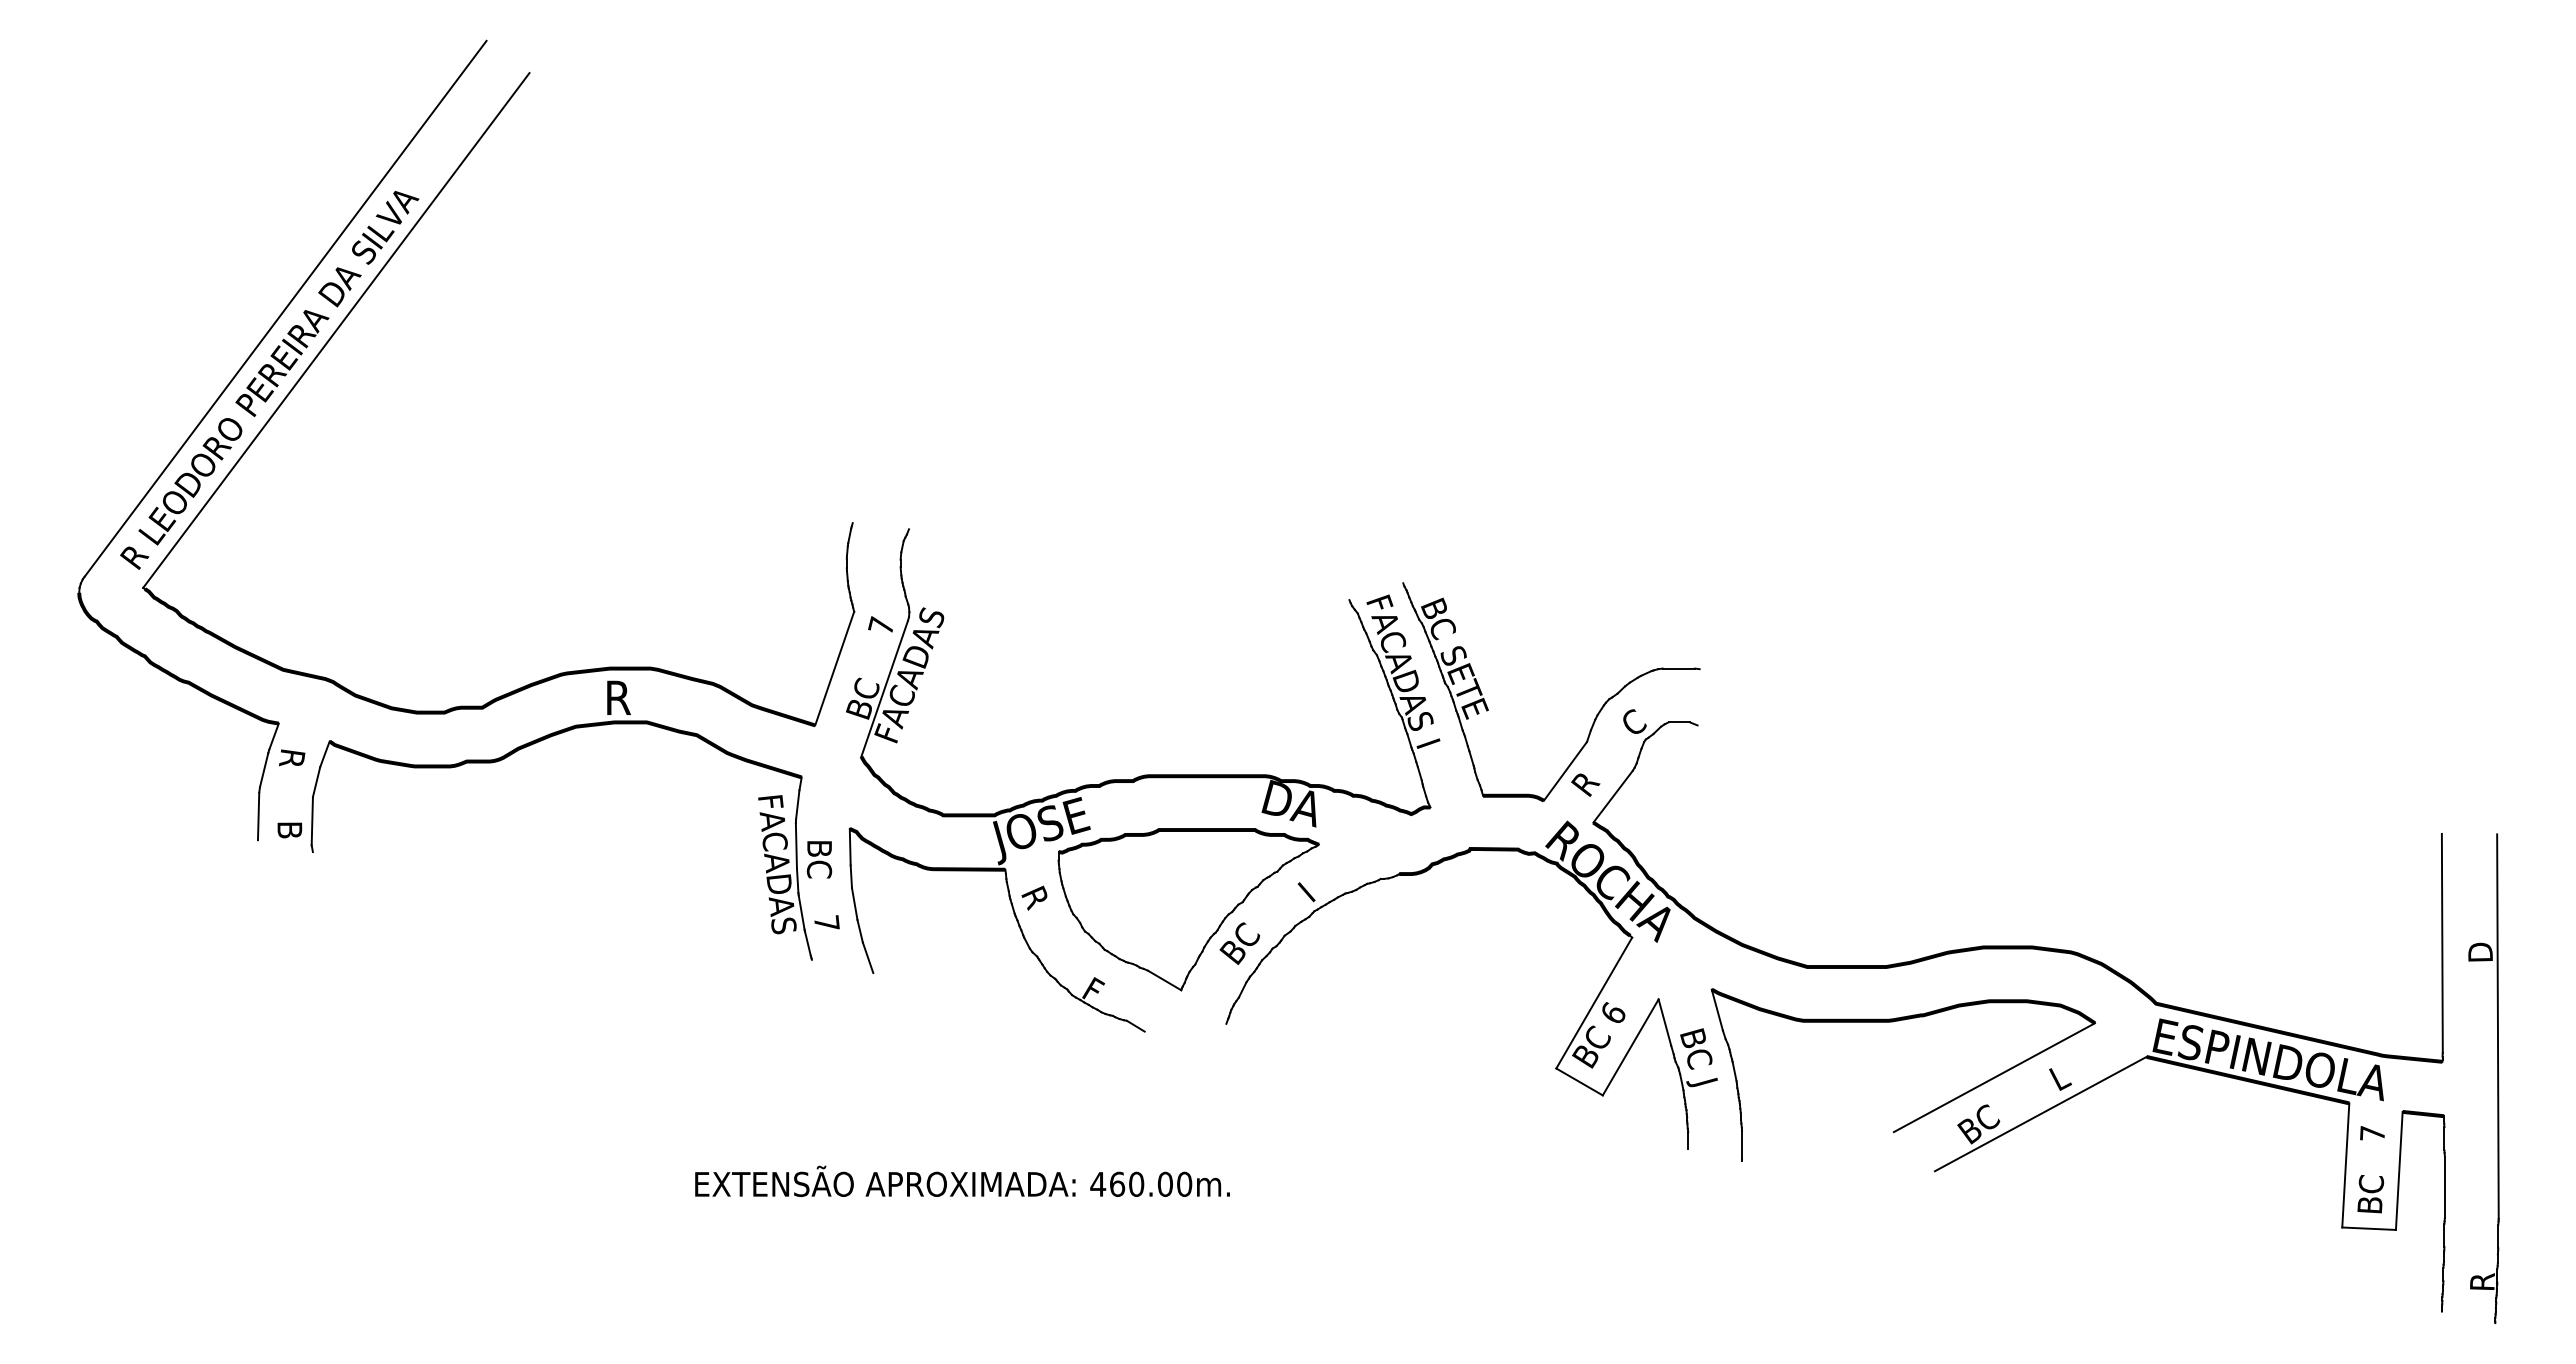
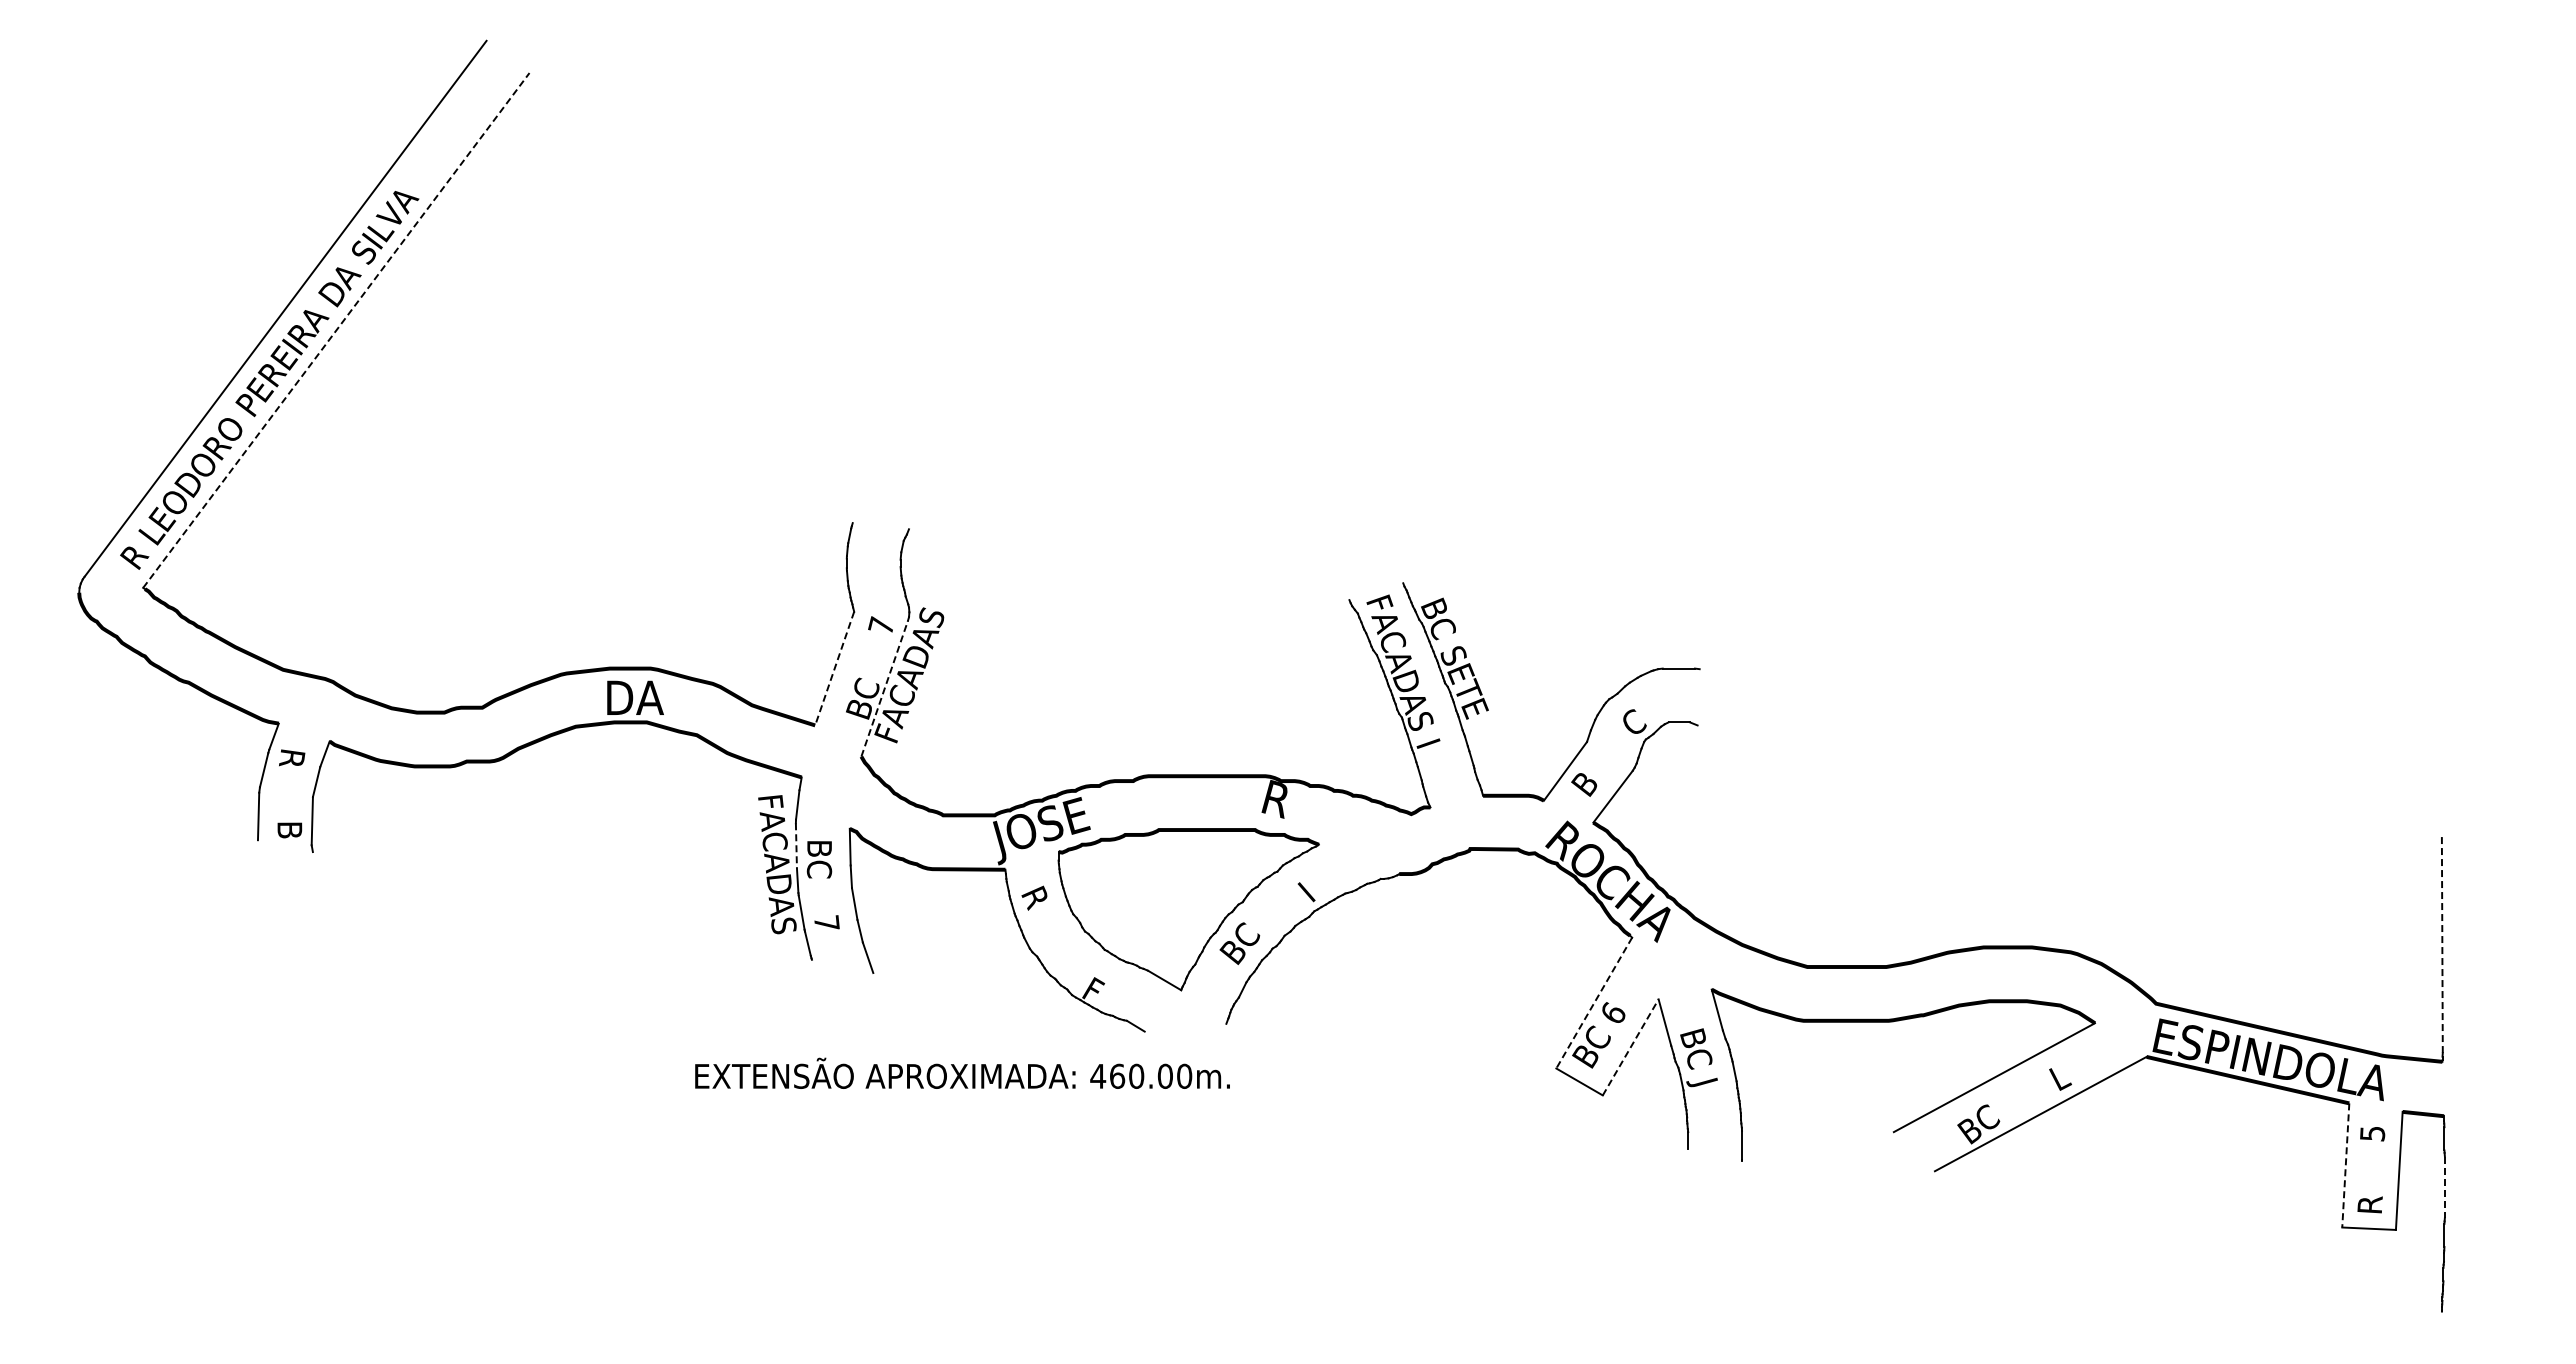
line at (336, 330): solid -> dashed
line at (834, 669): solid -> dashed
line at (884, 688): solid -> dashed
text at (637, 697): R -> DA
text at (1588, 783): R -> B
text at (1290, 805): DA -> R
line at (796, 845): solid -> dashed
line at (2442, 943): solid -> dashed
line at (1594, 1003): solid -> dashed
line at (1630, 1047): solid -> dashed
part at (2497, 1078): present -> none
text at (2372, 1133): 7 -> 5
line at (2345, 1165): solid -> dashed
text at (962, 1180) position: (962, 1180) -> (962, 1072)
line at (2444, 1187): solid -> dashed
text at (2371, 1192): BC -> R
